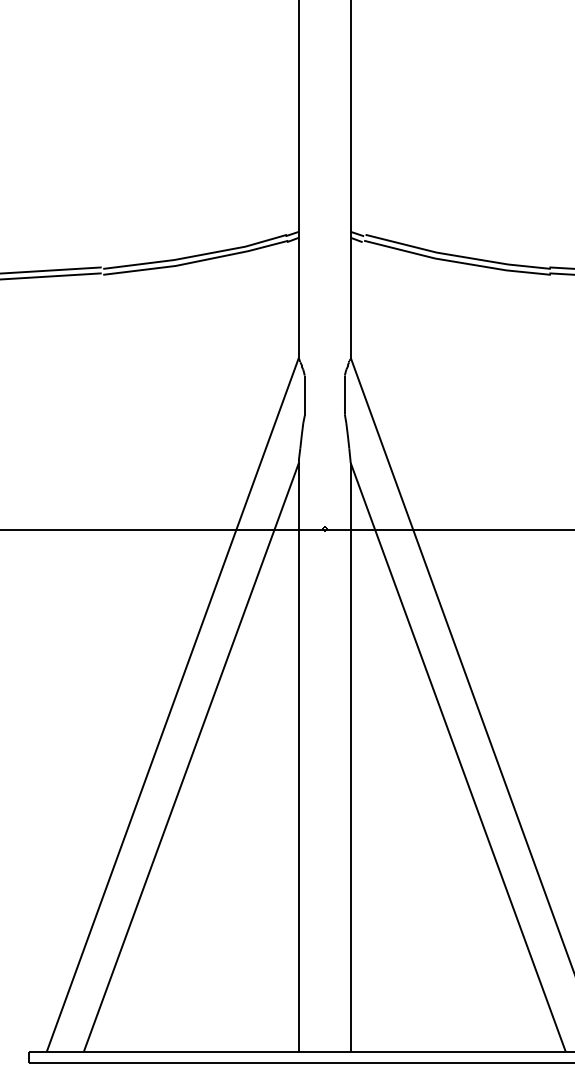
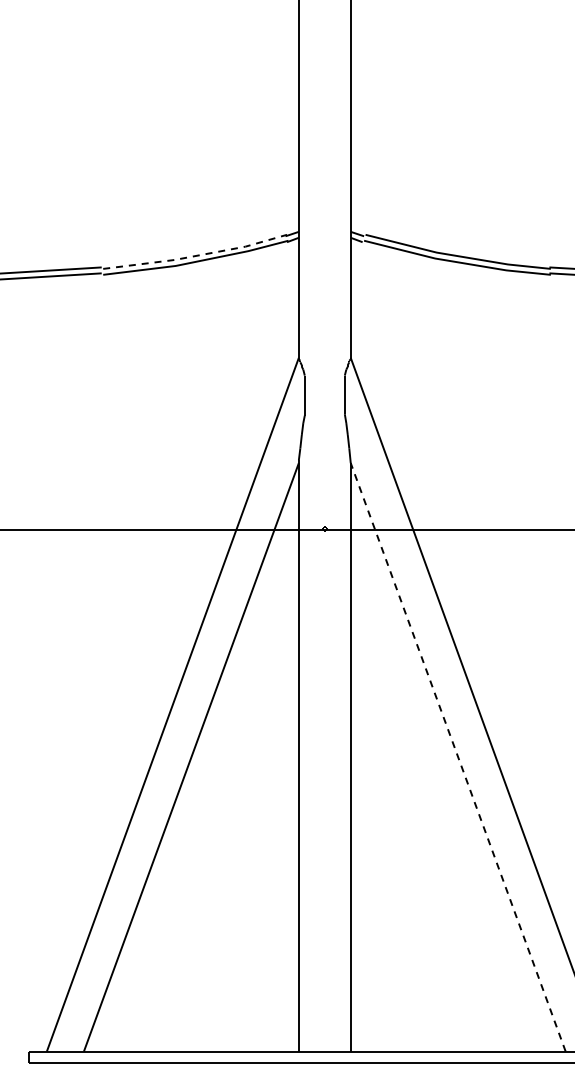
line at (196, 255): solid -> dashed
line at (458, 756): solid -> dashed
